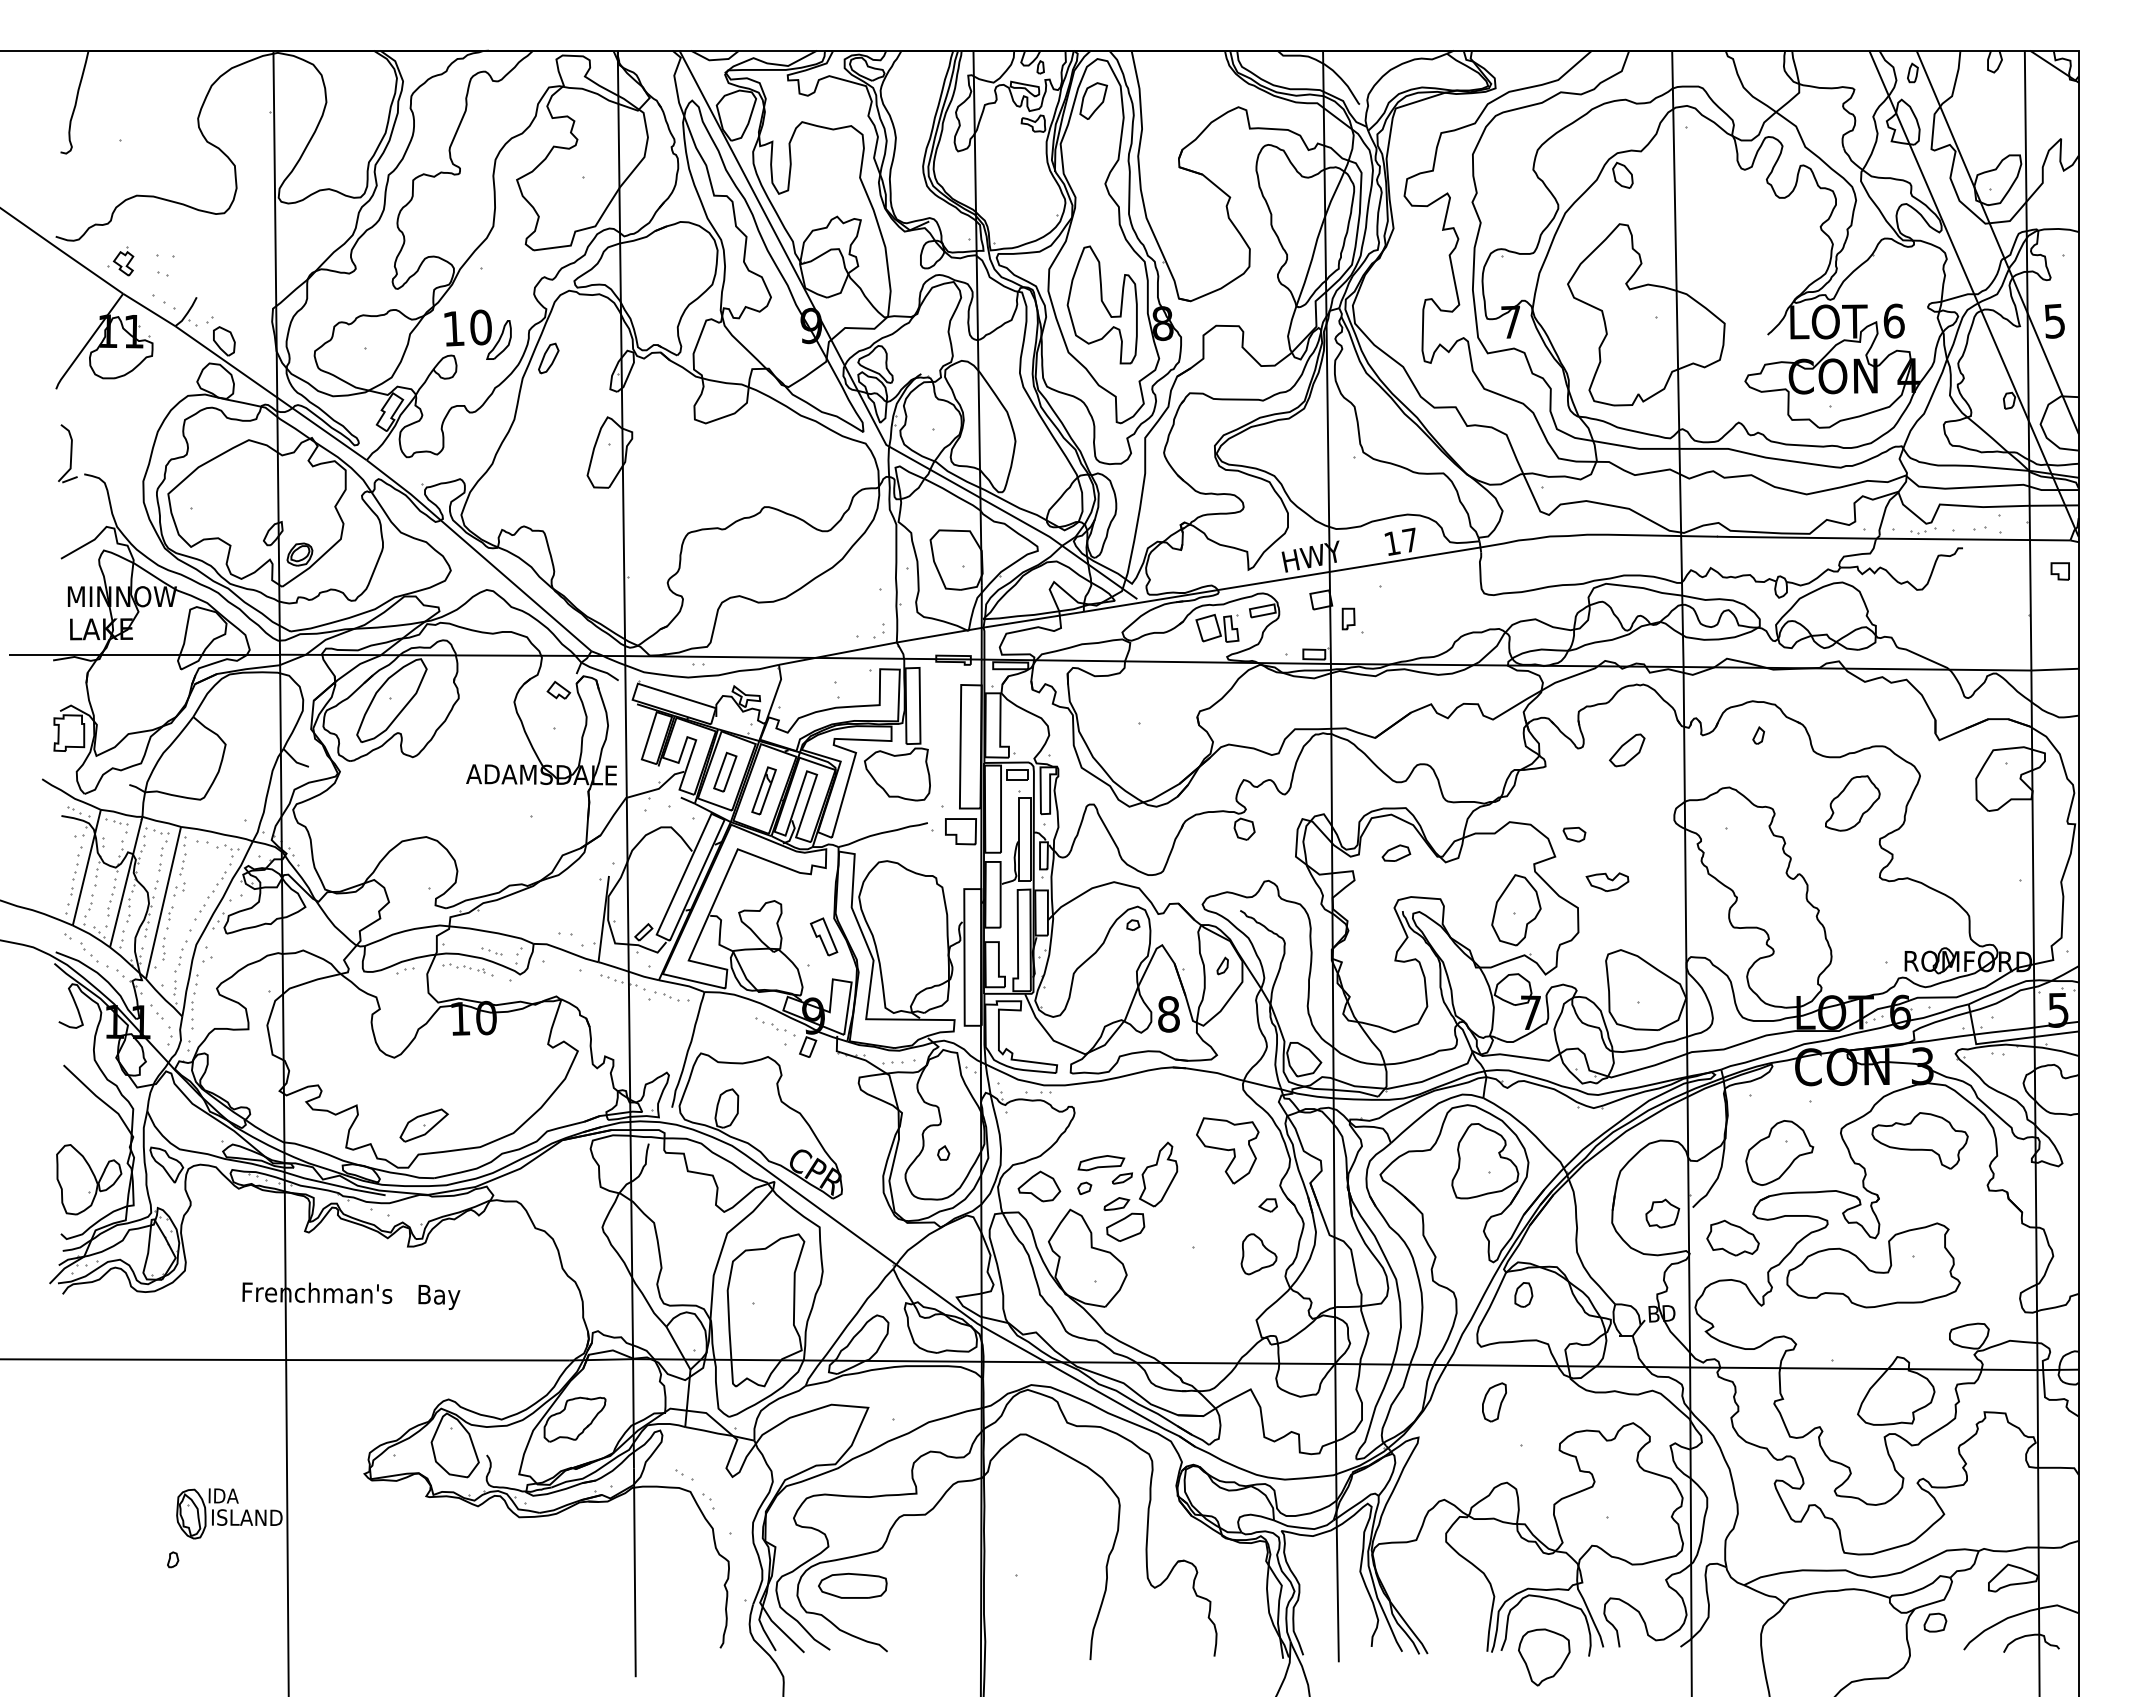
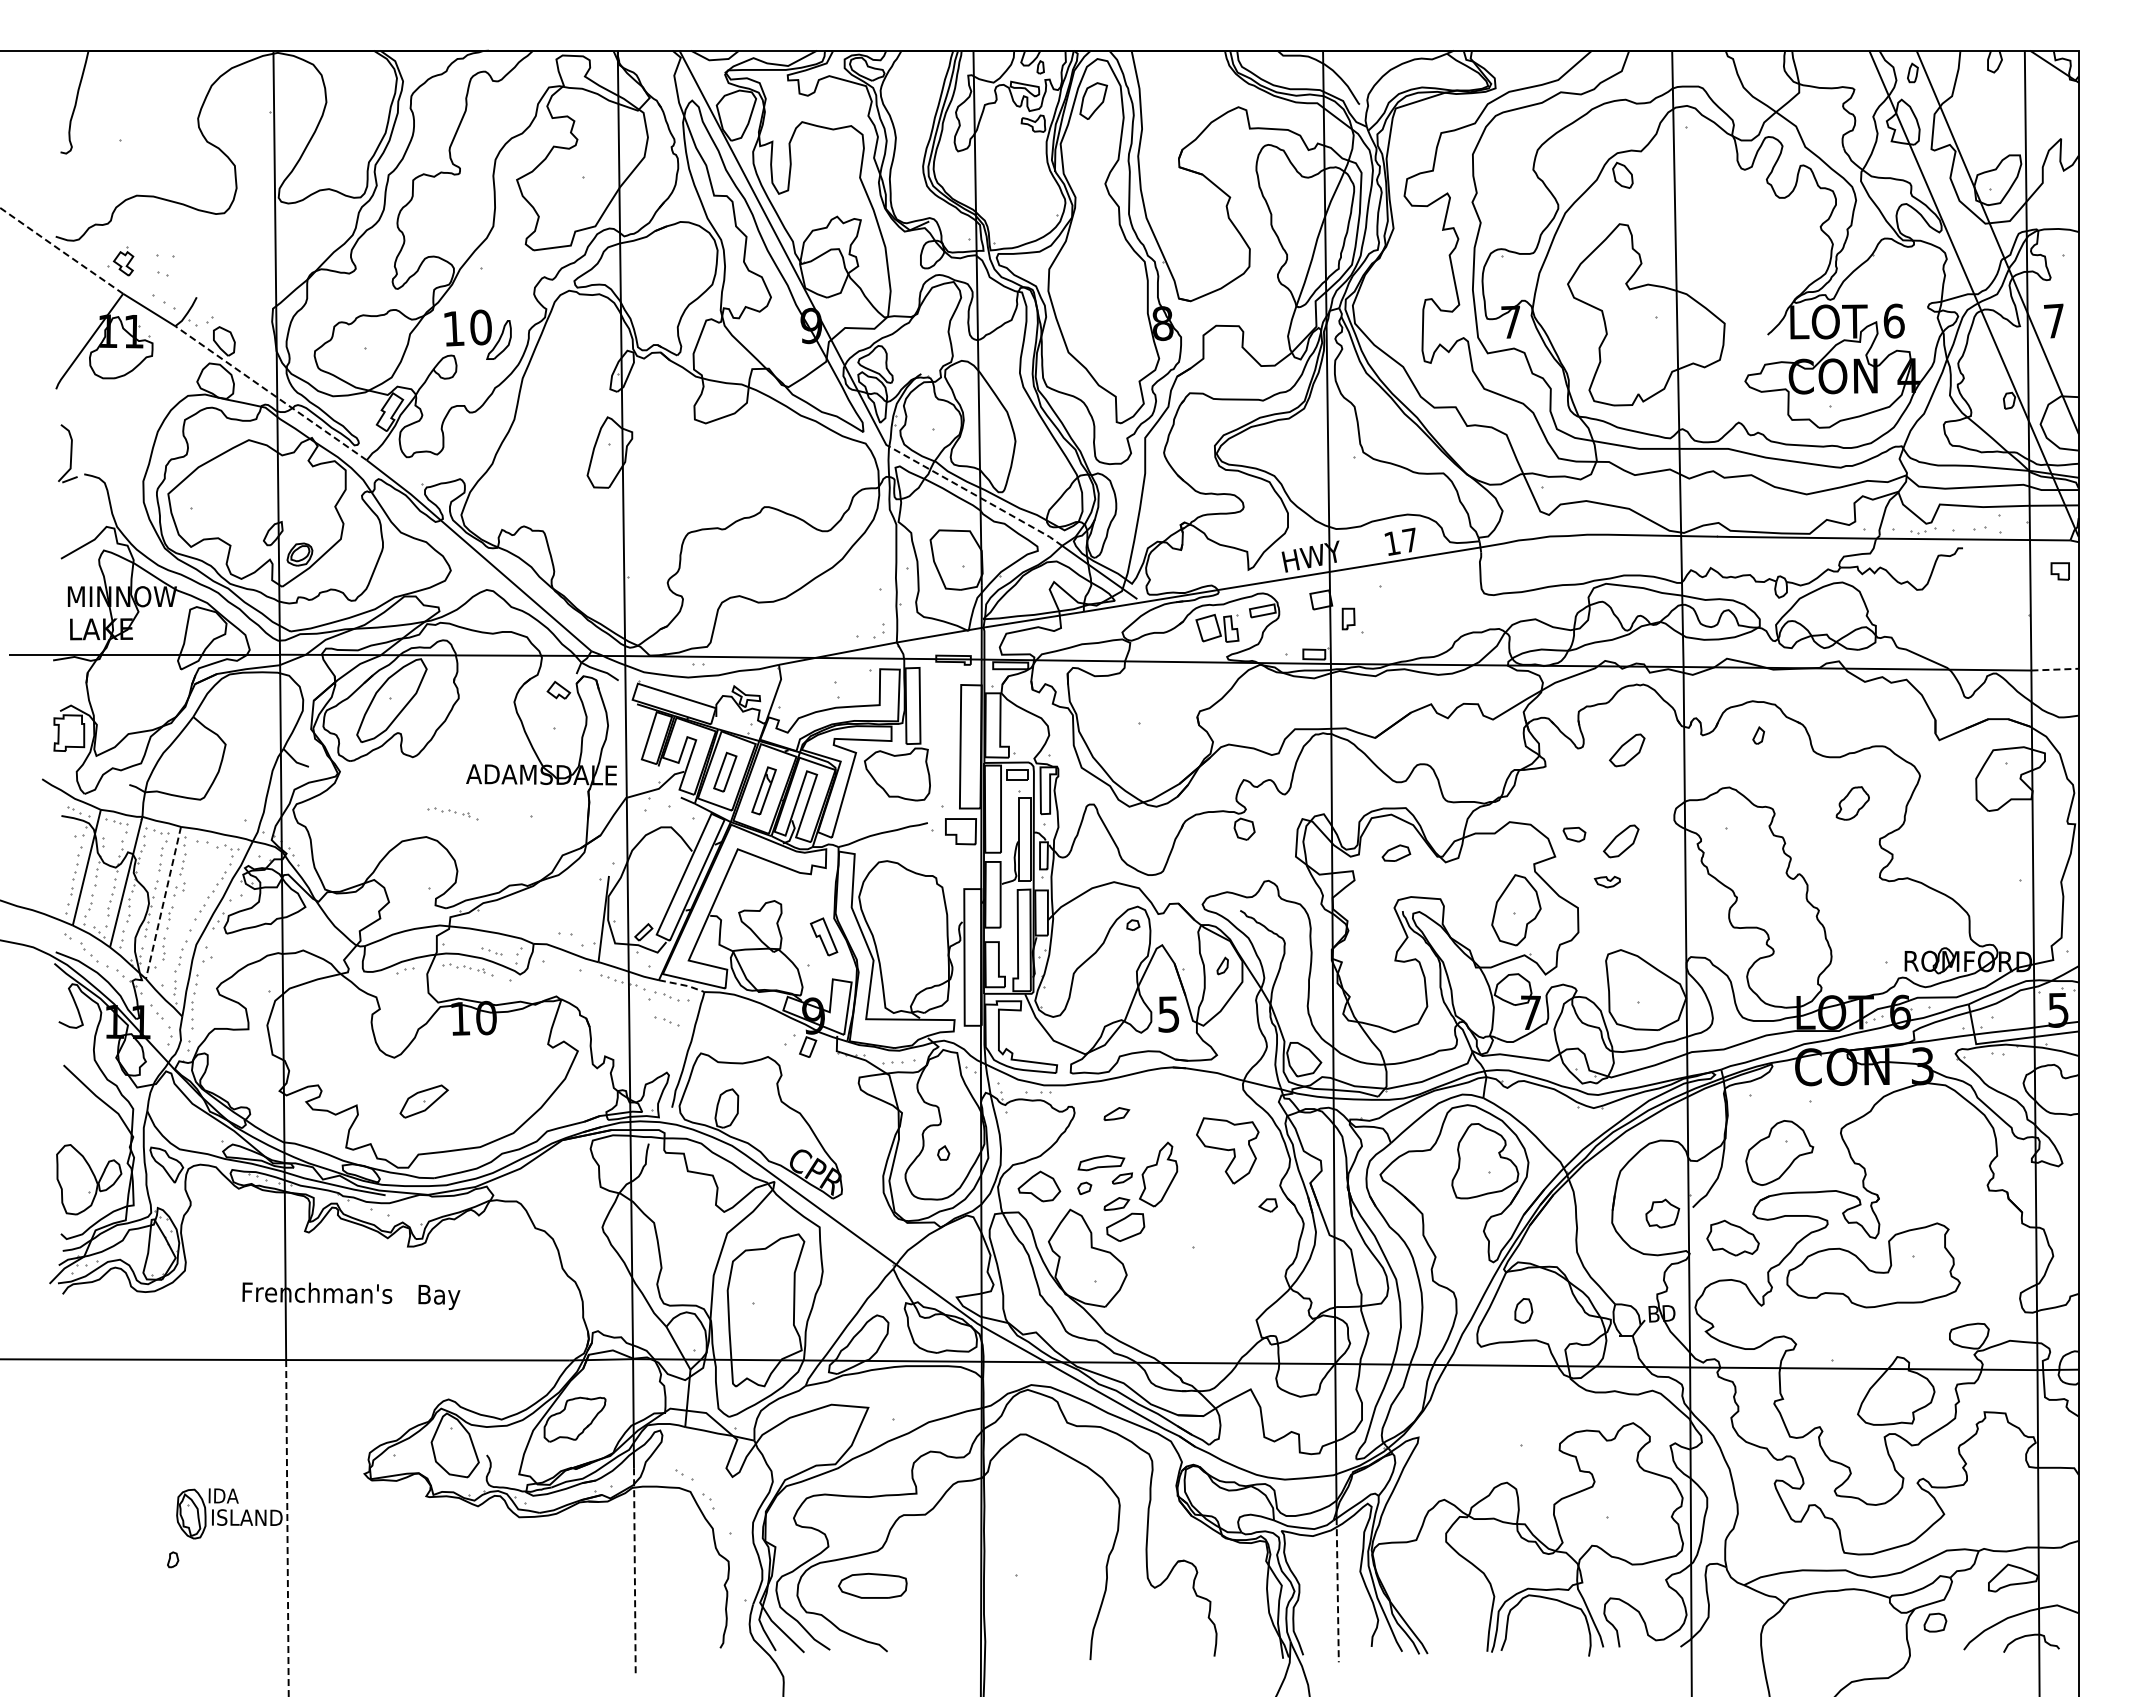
line at (60, 250): solid -> dashed
part at (1101, 304): present -> none
text at (2054, 320): 5 -> 7
part at (548, 358): present -> none
line at (271, 393): solid -> dashed
line at (976, 495): solid -> dashed
line at (2055, 669): solid -> dashed
part at (1852, 803) size: 56x57 px -> 35x35 px
part at (452, 813): none -> present
part at (1621, 841): none -> present
part at (1607, 881) size: 45x20 px -> 28x14 px
line at (163, 902): solid -> dashed
line at (682, 984): solid -> dashed
text at (1168, 1014): 8 -> 5
part at (666, 1021): none -> present
part at (770, 1024): present -> none
part at (1116, 1113): none -> present
part at (423, 1125) position: (423, 1125) -> (423, 1101)
part at (1919, 1140): present -> none
part at (1258, 1254): present -> none
part at (1523, 1294) position: (1523, 1294) -> (1523, 1310)
part at (1494, 1402): present -> none
line at (287, 1528): solid -> dashed
line at (634, 1573): solid -> dashed
part at (852, 1585) position: (852, 1585) -> (872, 1585)
line at (1337, 1590): solid -> dashed
part at (1544, 1657): present -> none
